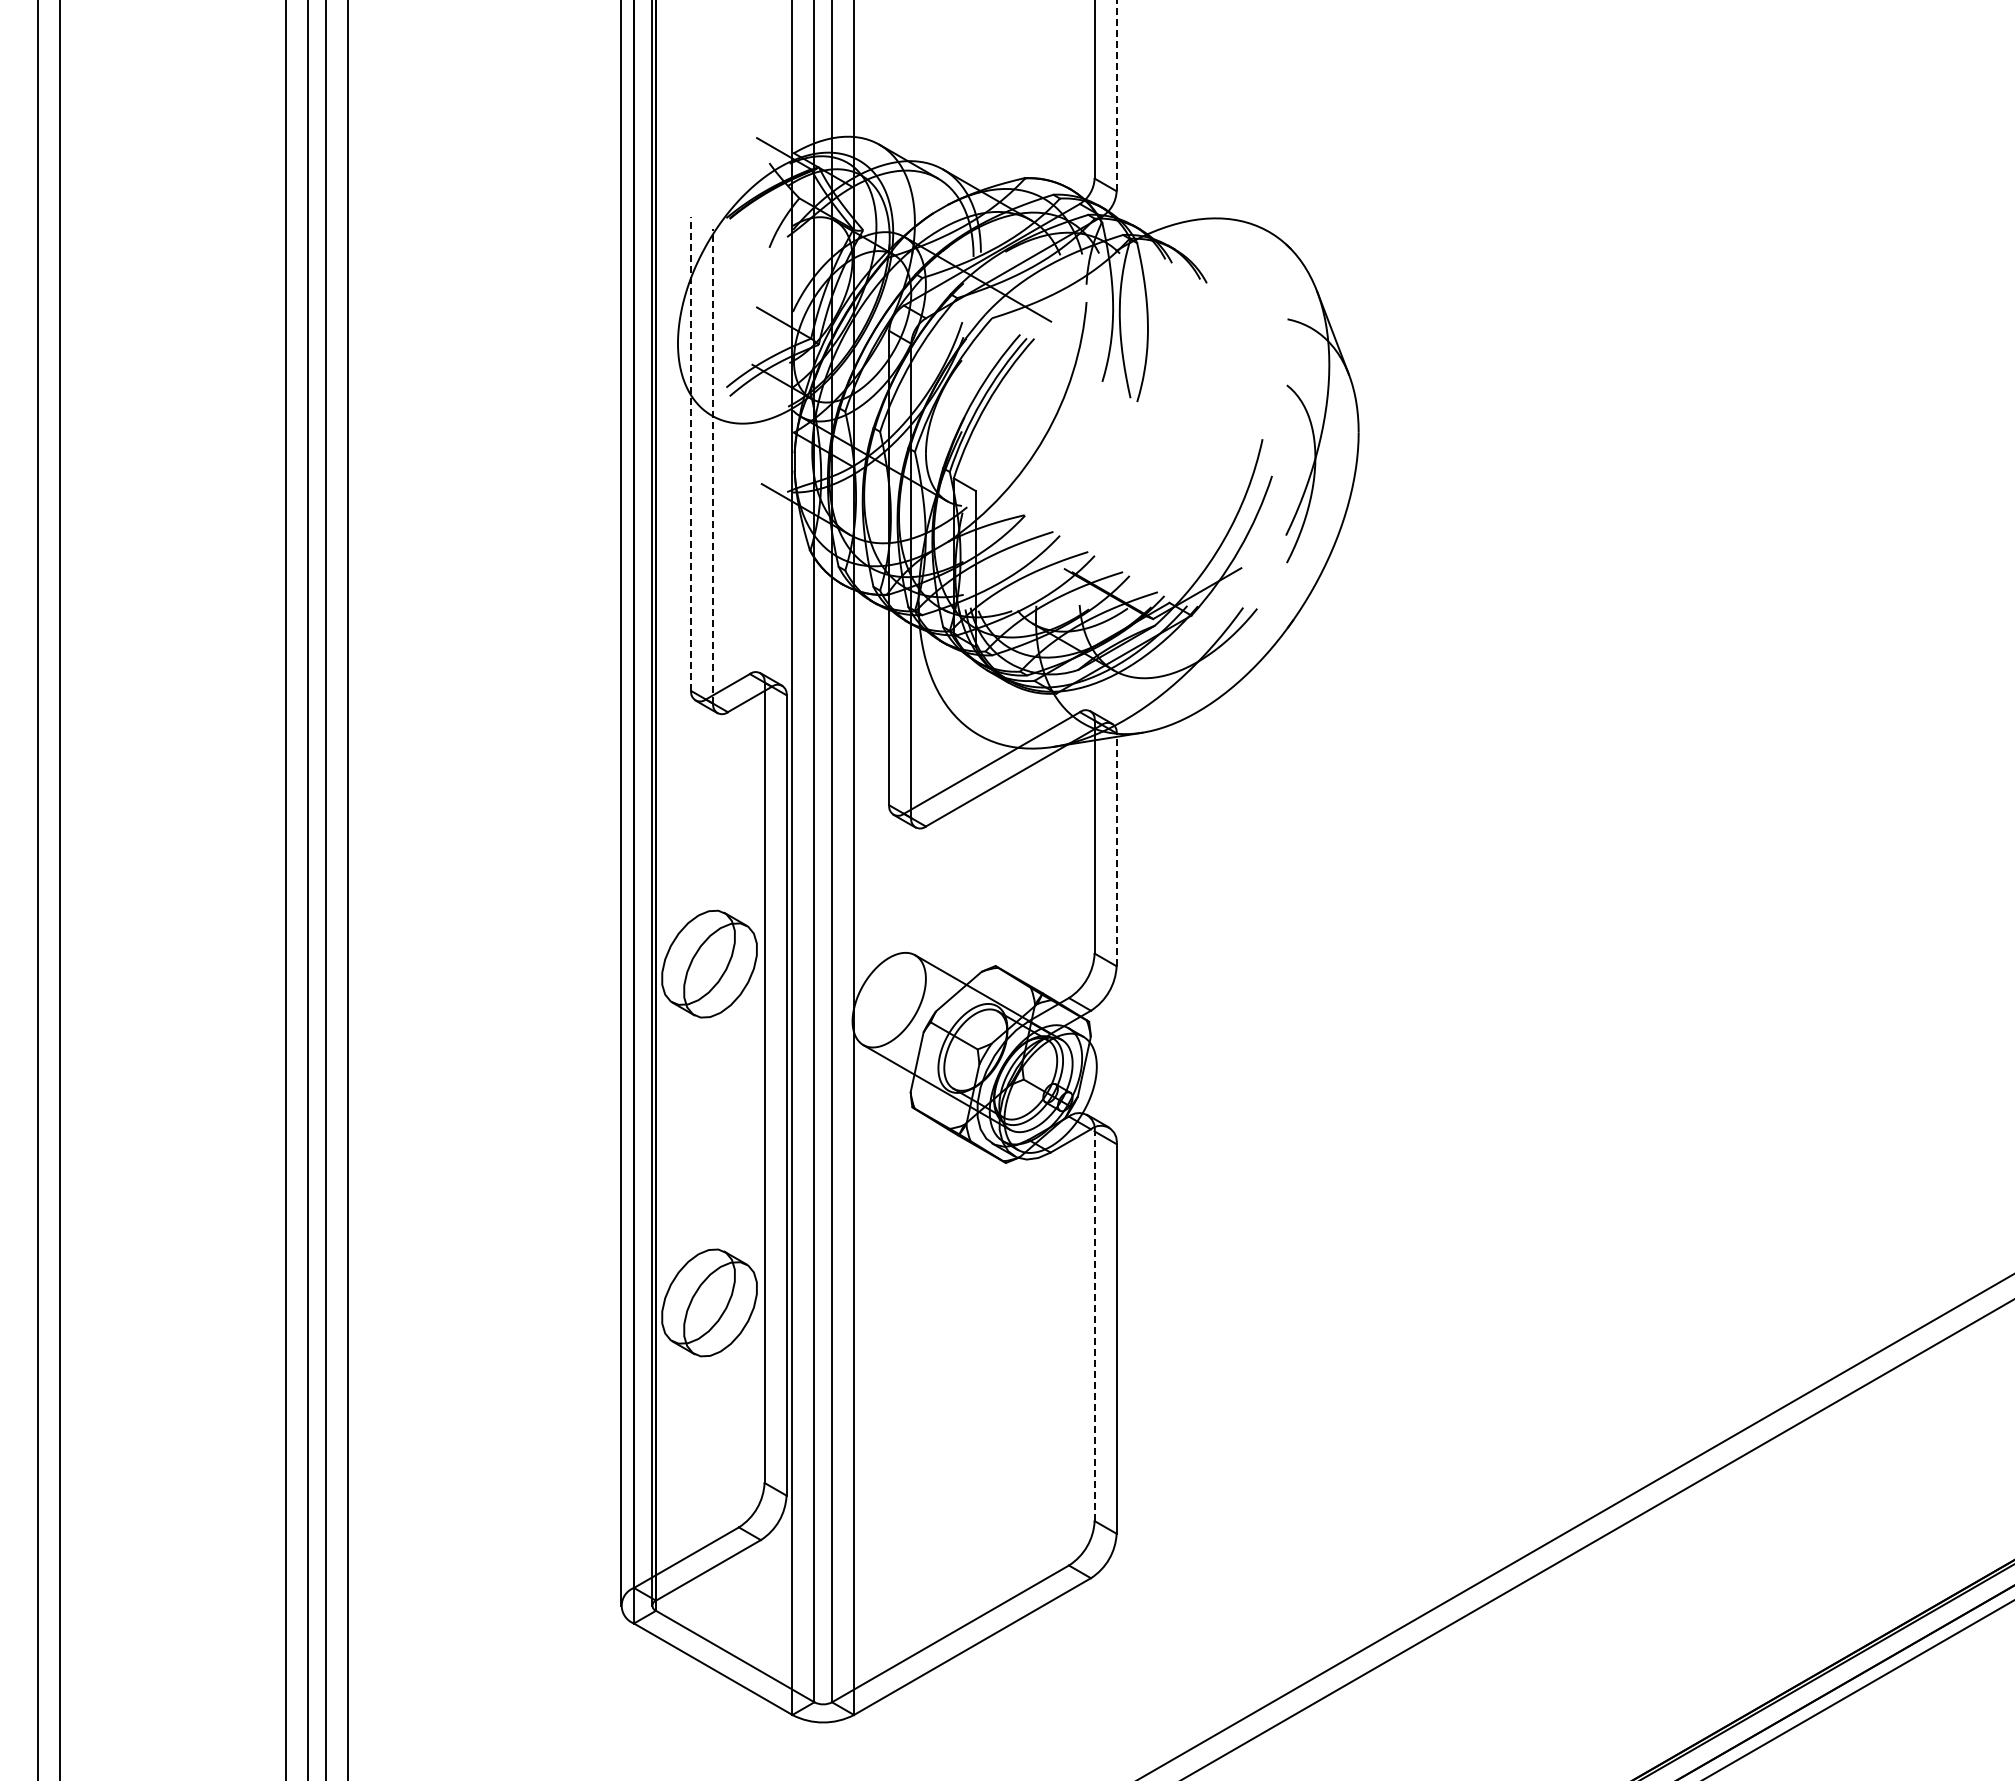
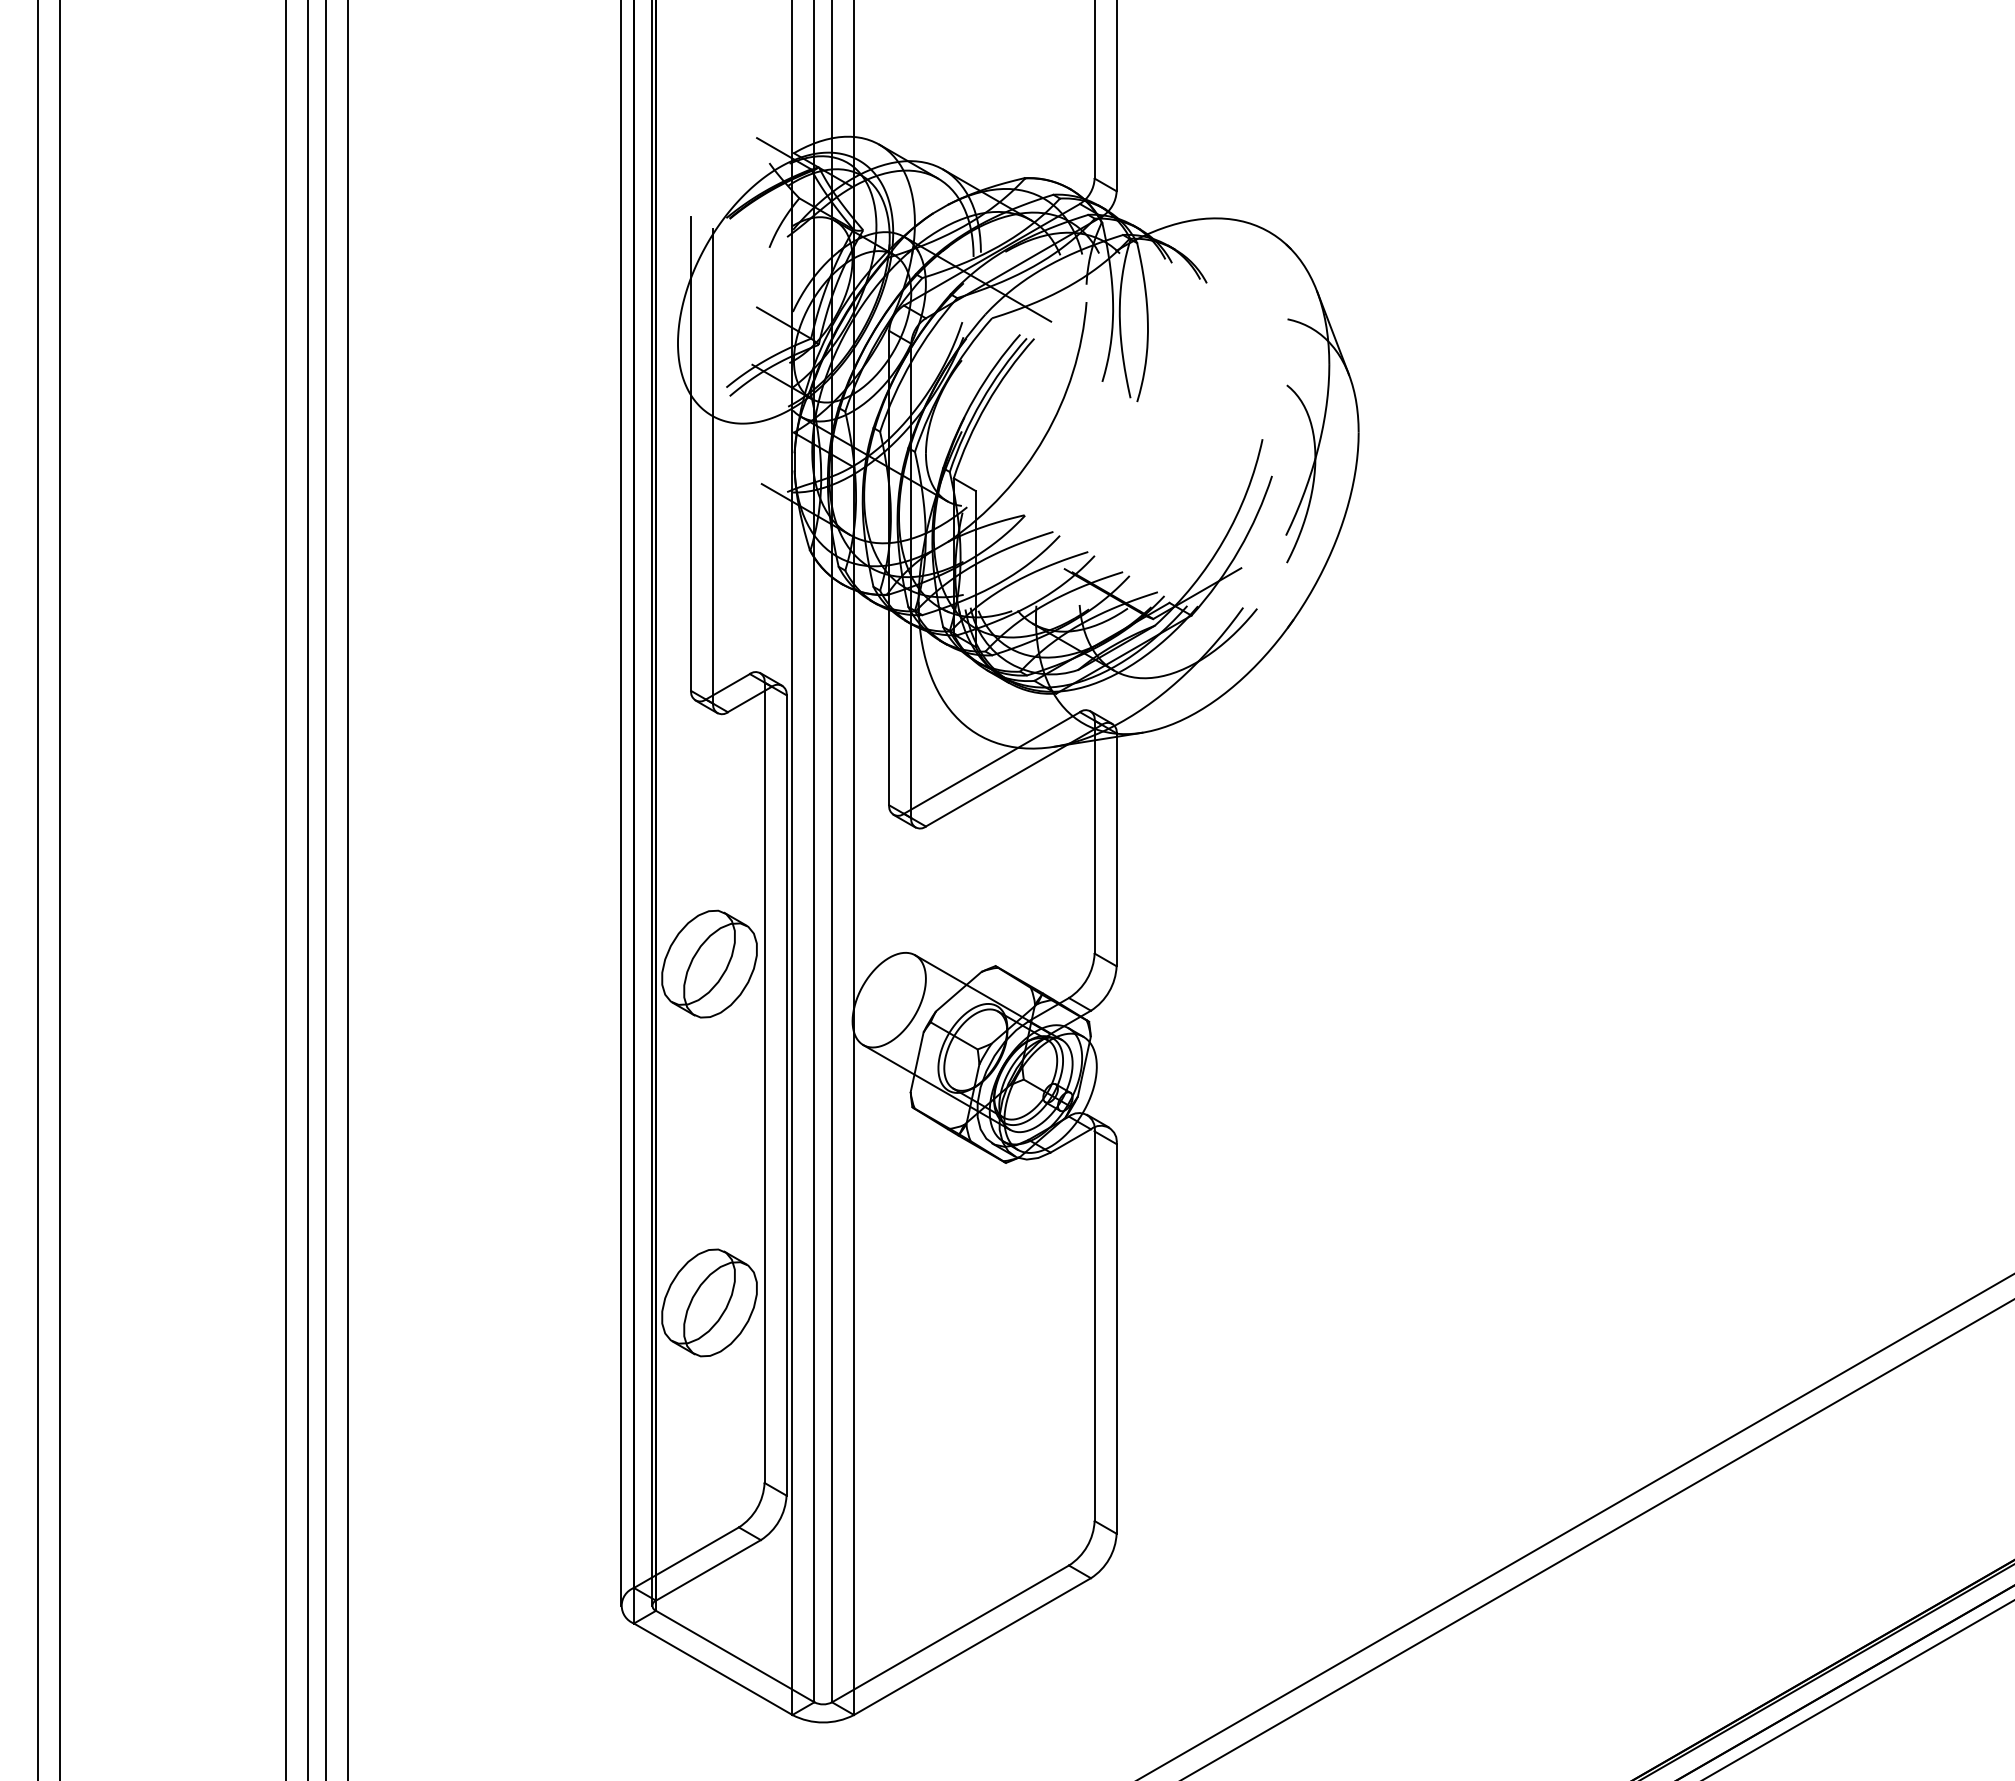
line at (1116, 95): dashed -> solid
line at (691, 453): dashed -> solid
line at (713, 466): dashed -> solid
line at (1116, 849): dashed -> solid
line at (1094, 1326): dashed -> solid
